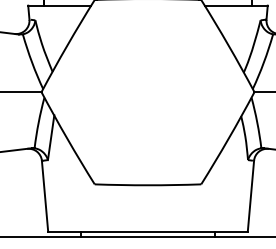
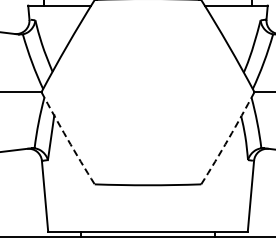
arc at (67, 138): solid -> dashed
arc at (228, 138): solid -> dashed
